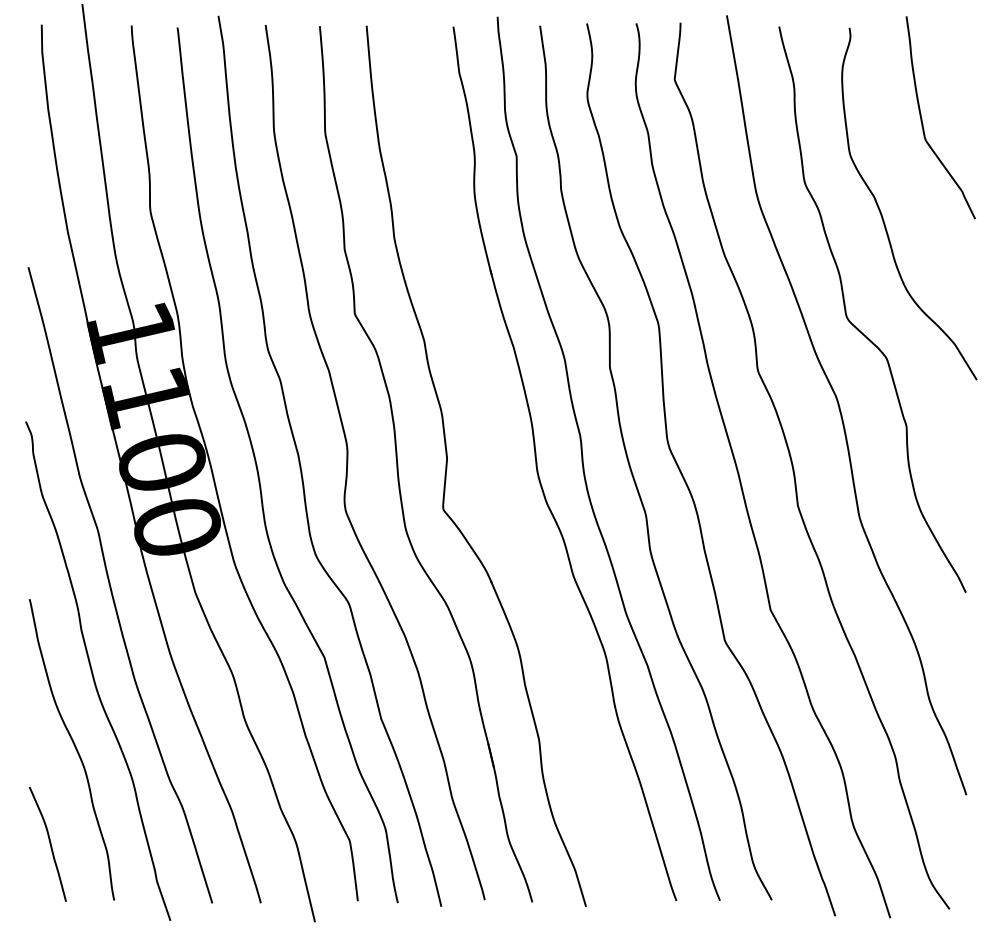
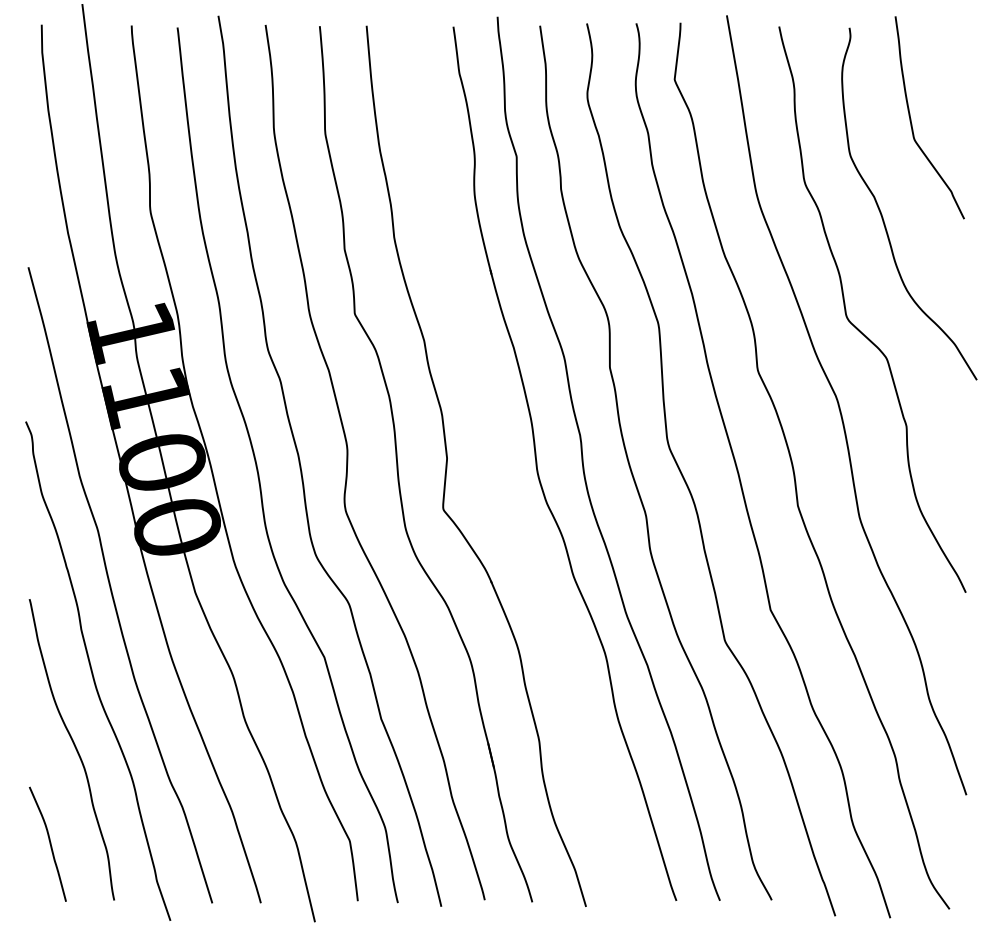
curve at (922, 118) position: (922, 118) -> (911, 118)
